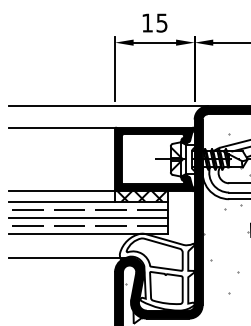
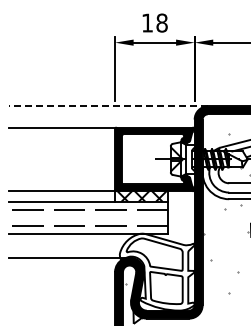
text at (161, 22): 15 -> 18
line at (107, 106): solid -> dashed
line at (88, 217): present -> none
